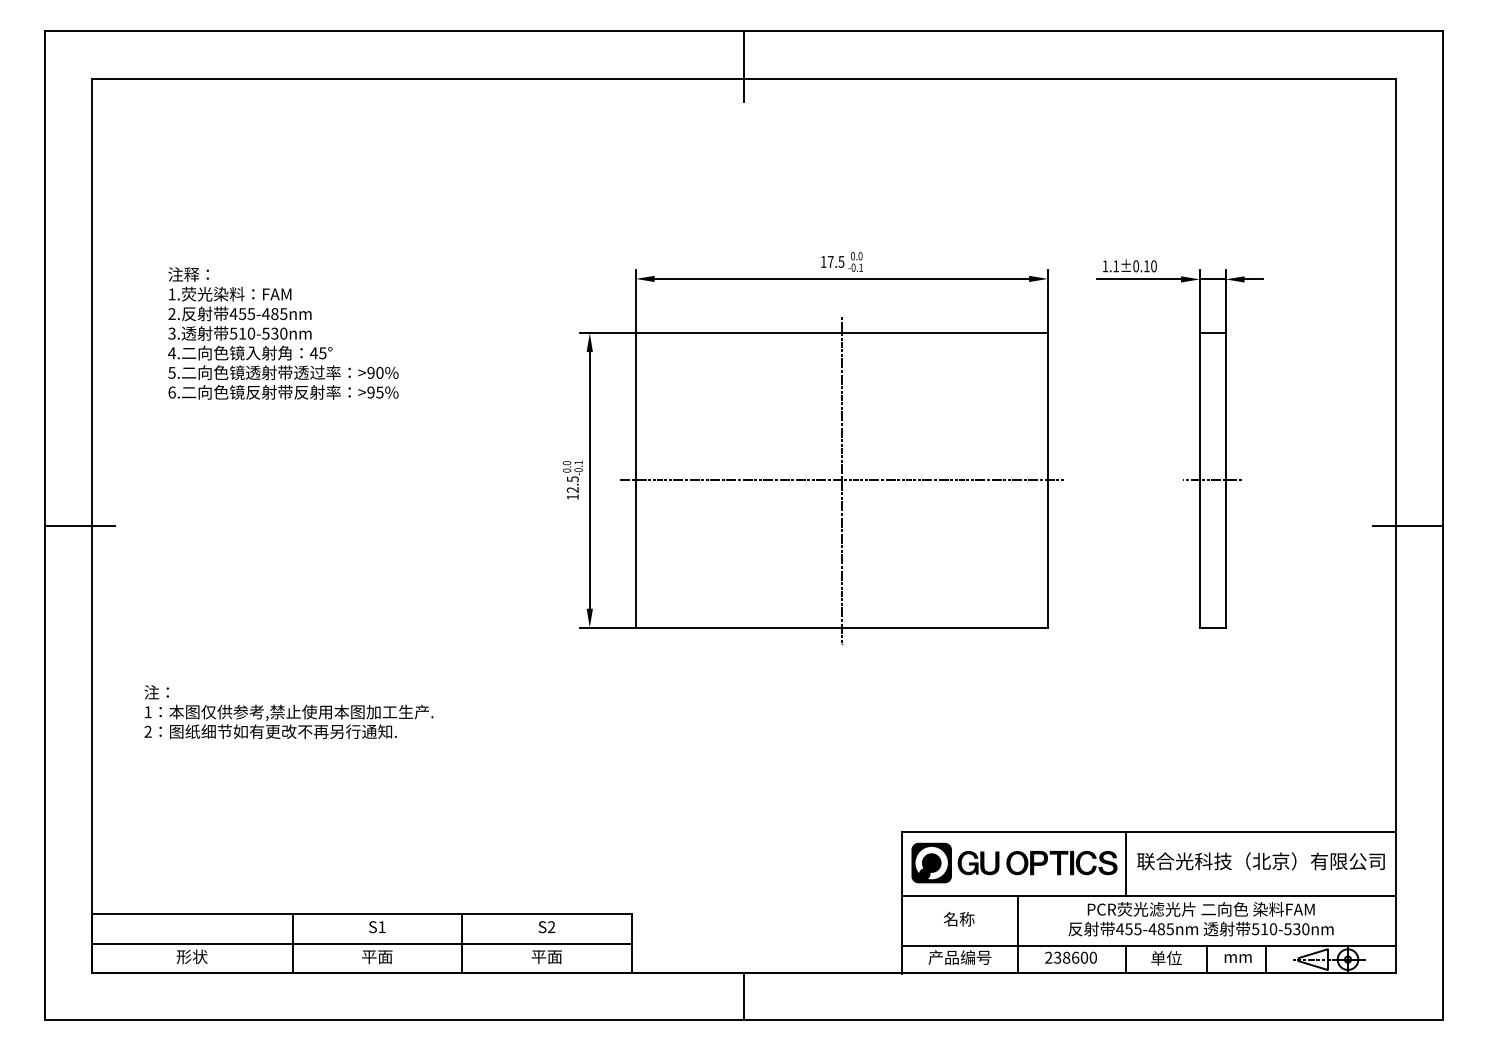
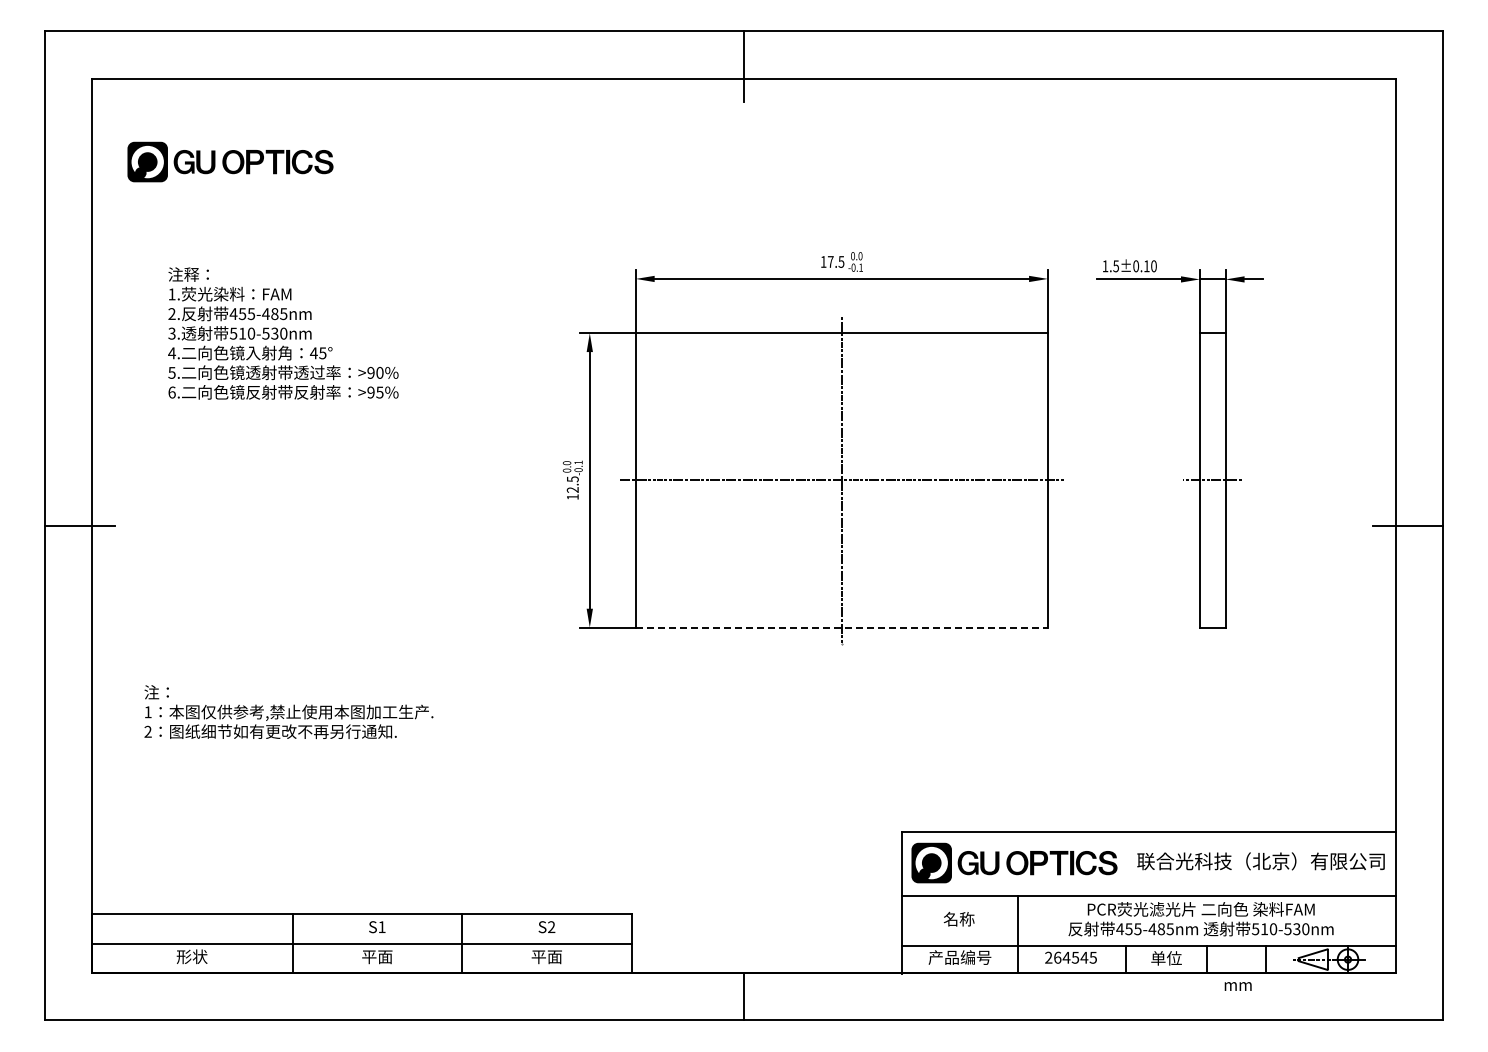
part at (230, 161): none -> present
text at (1115, 266): 1.1±0.10 -> 1.5±0.10
line at (842, 627): solid -> dashed
line at (1126, 864): present -> none
text at (1075, 957): 238600 -> 264545
text at (1237, 958) position: (1237, 958) -> (1237, 986)
